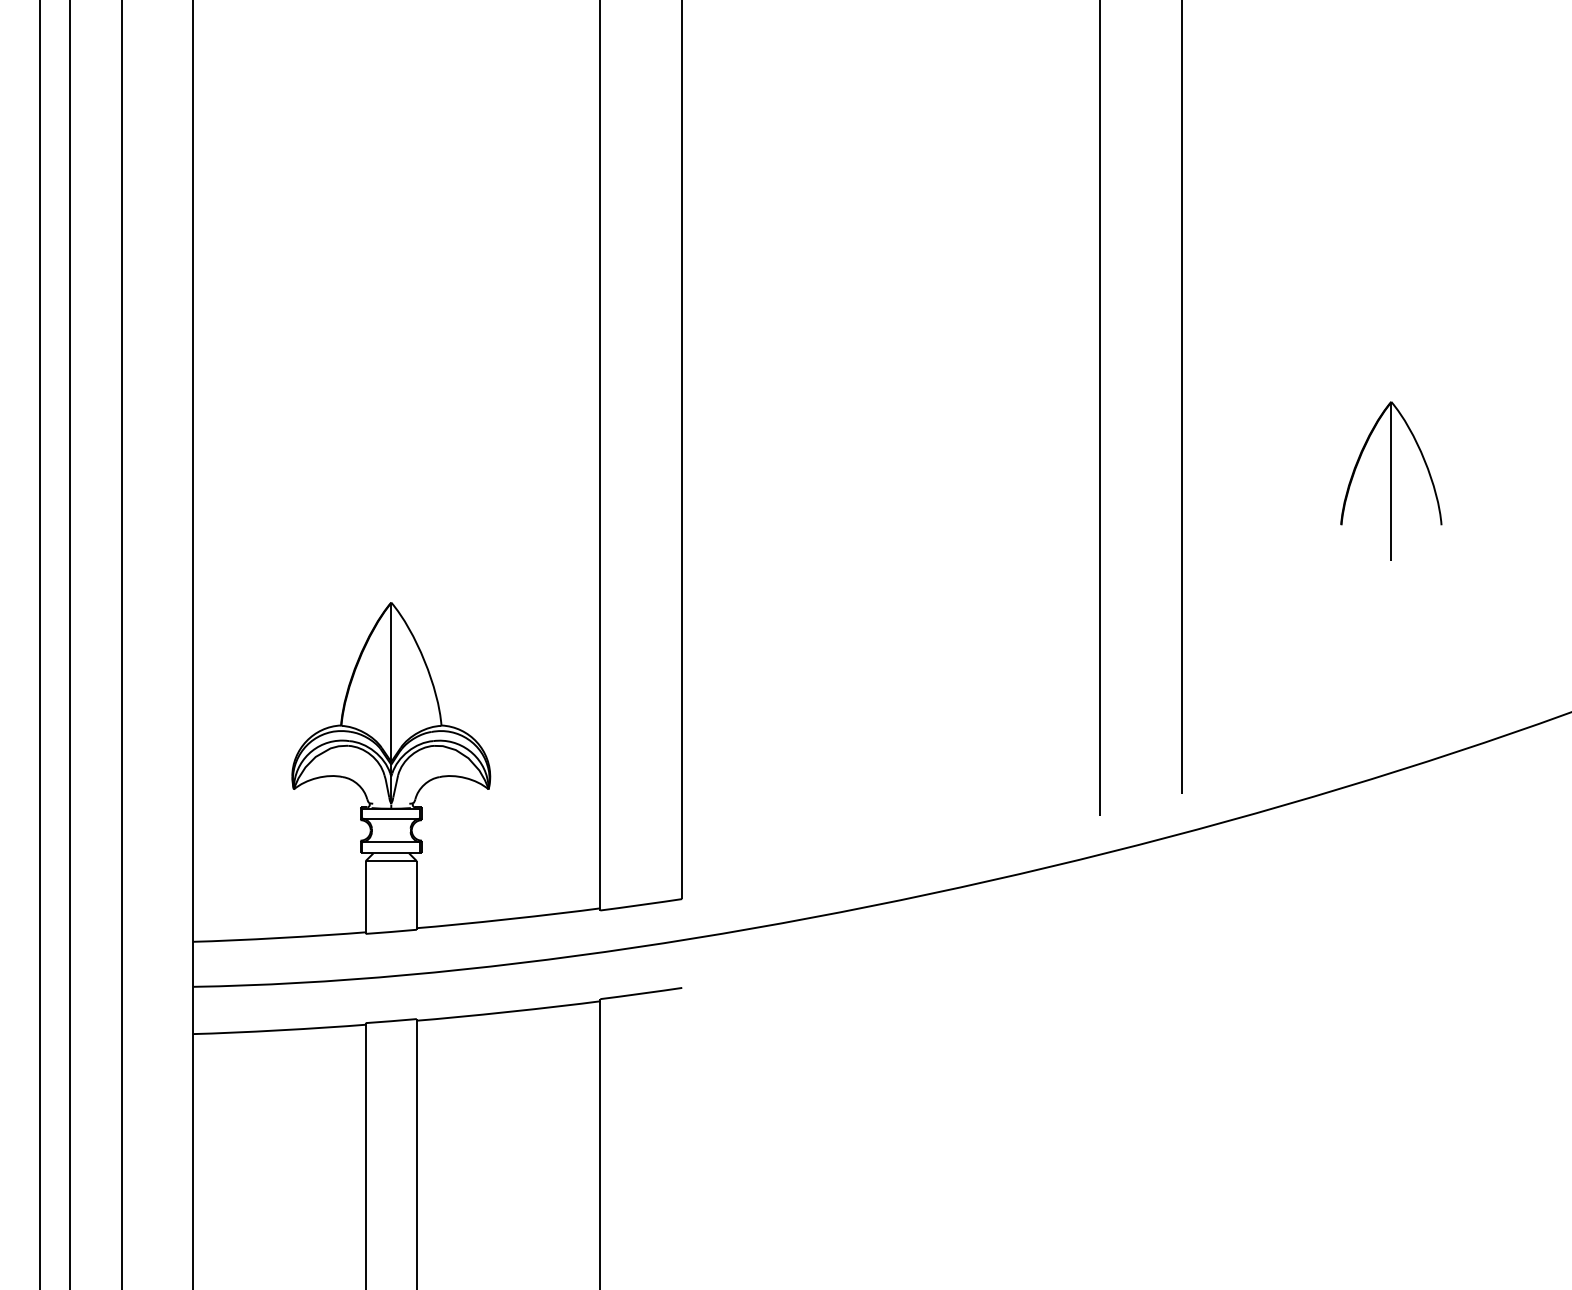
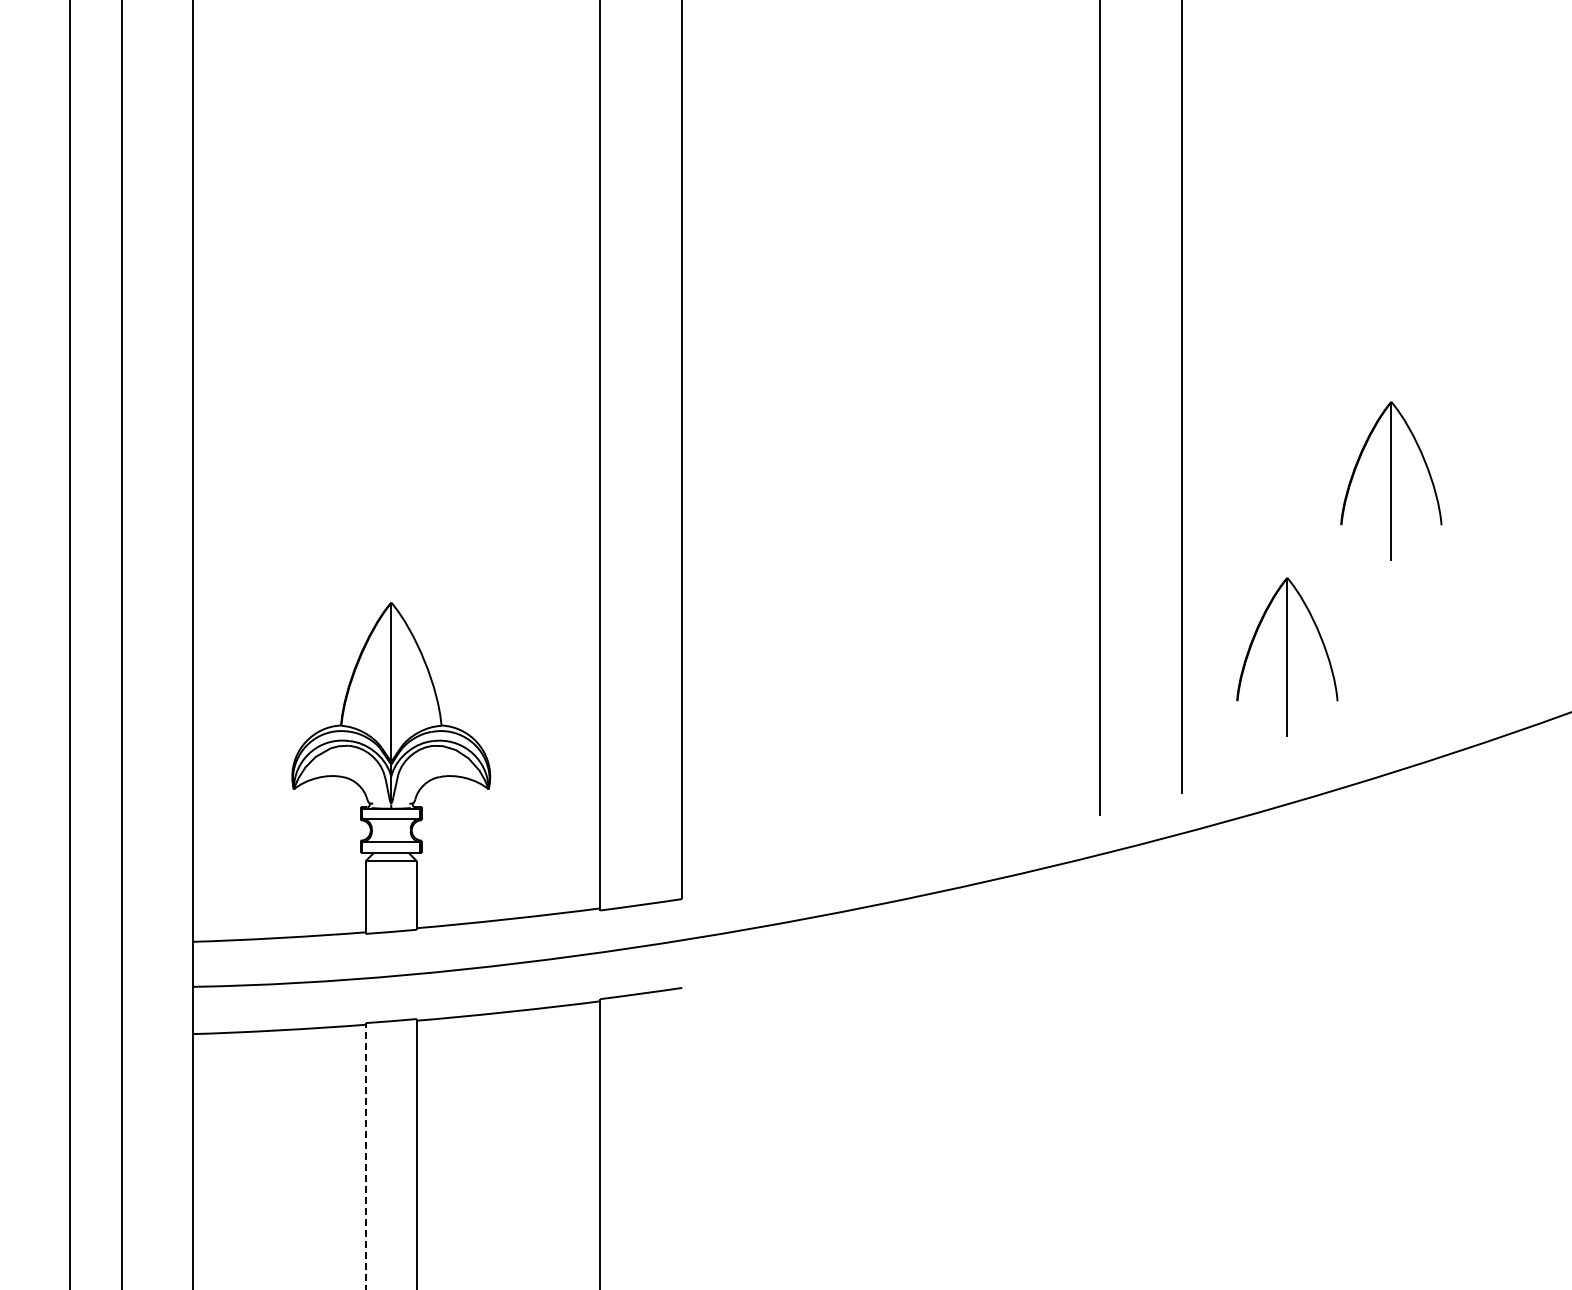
line at (39, 644): present -> none
part at (1287, 656): none -> present
line at (365, 1156): solid -> dashed
